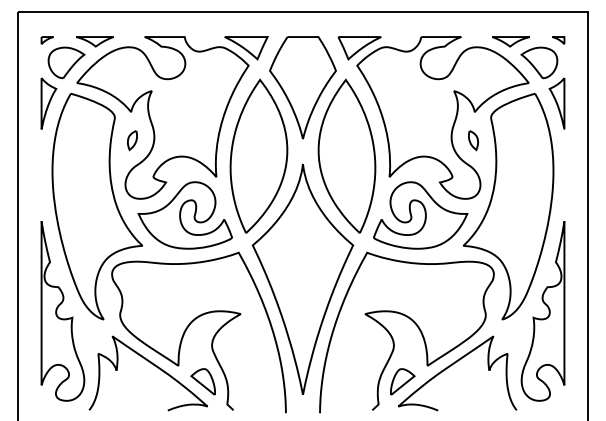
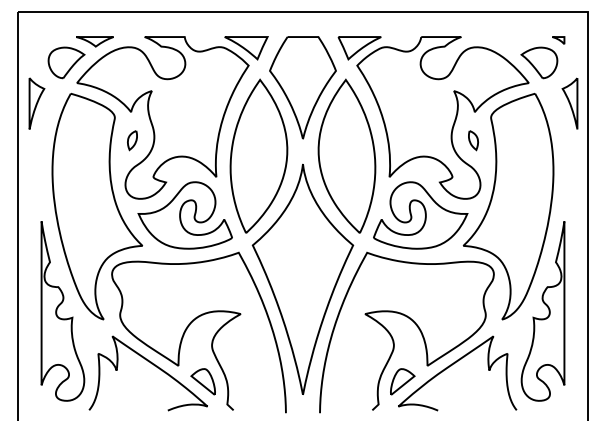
part at (46, 40): present -> none
part at (510, 41): present -> none
part at (48, 103) position: (48, 103) -> (36, 103)
part at (556, 103) position: (556, 103) -> (569, 103)
